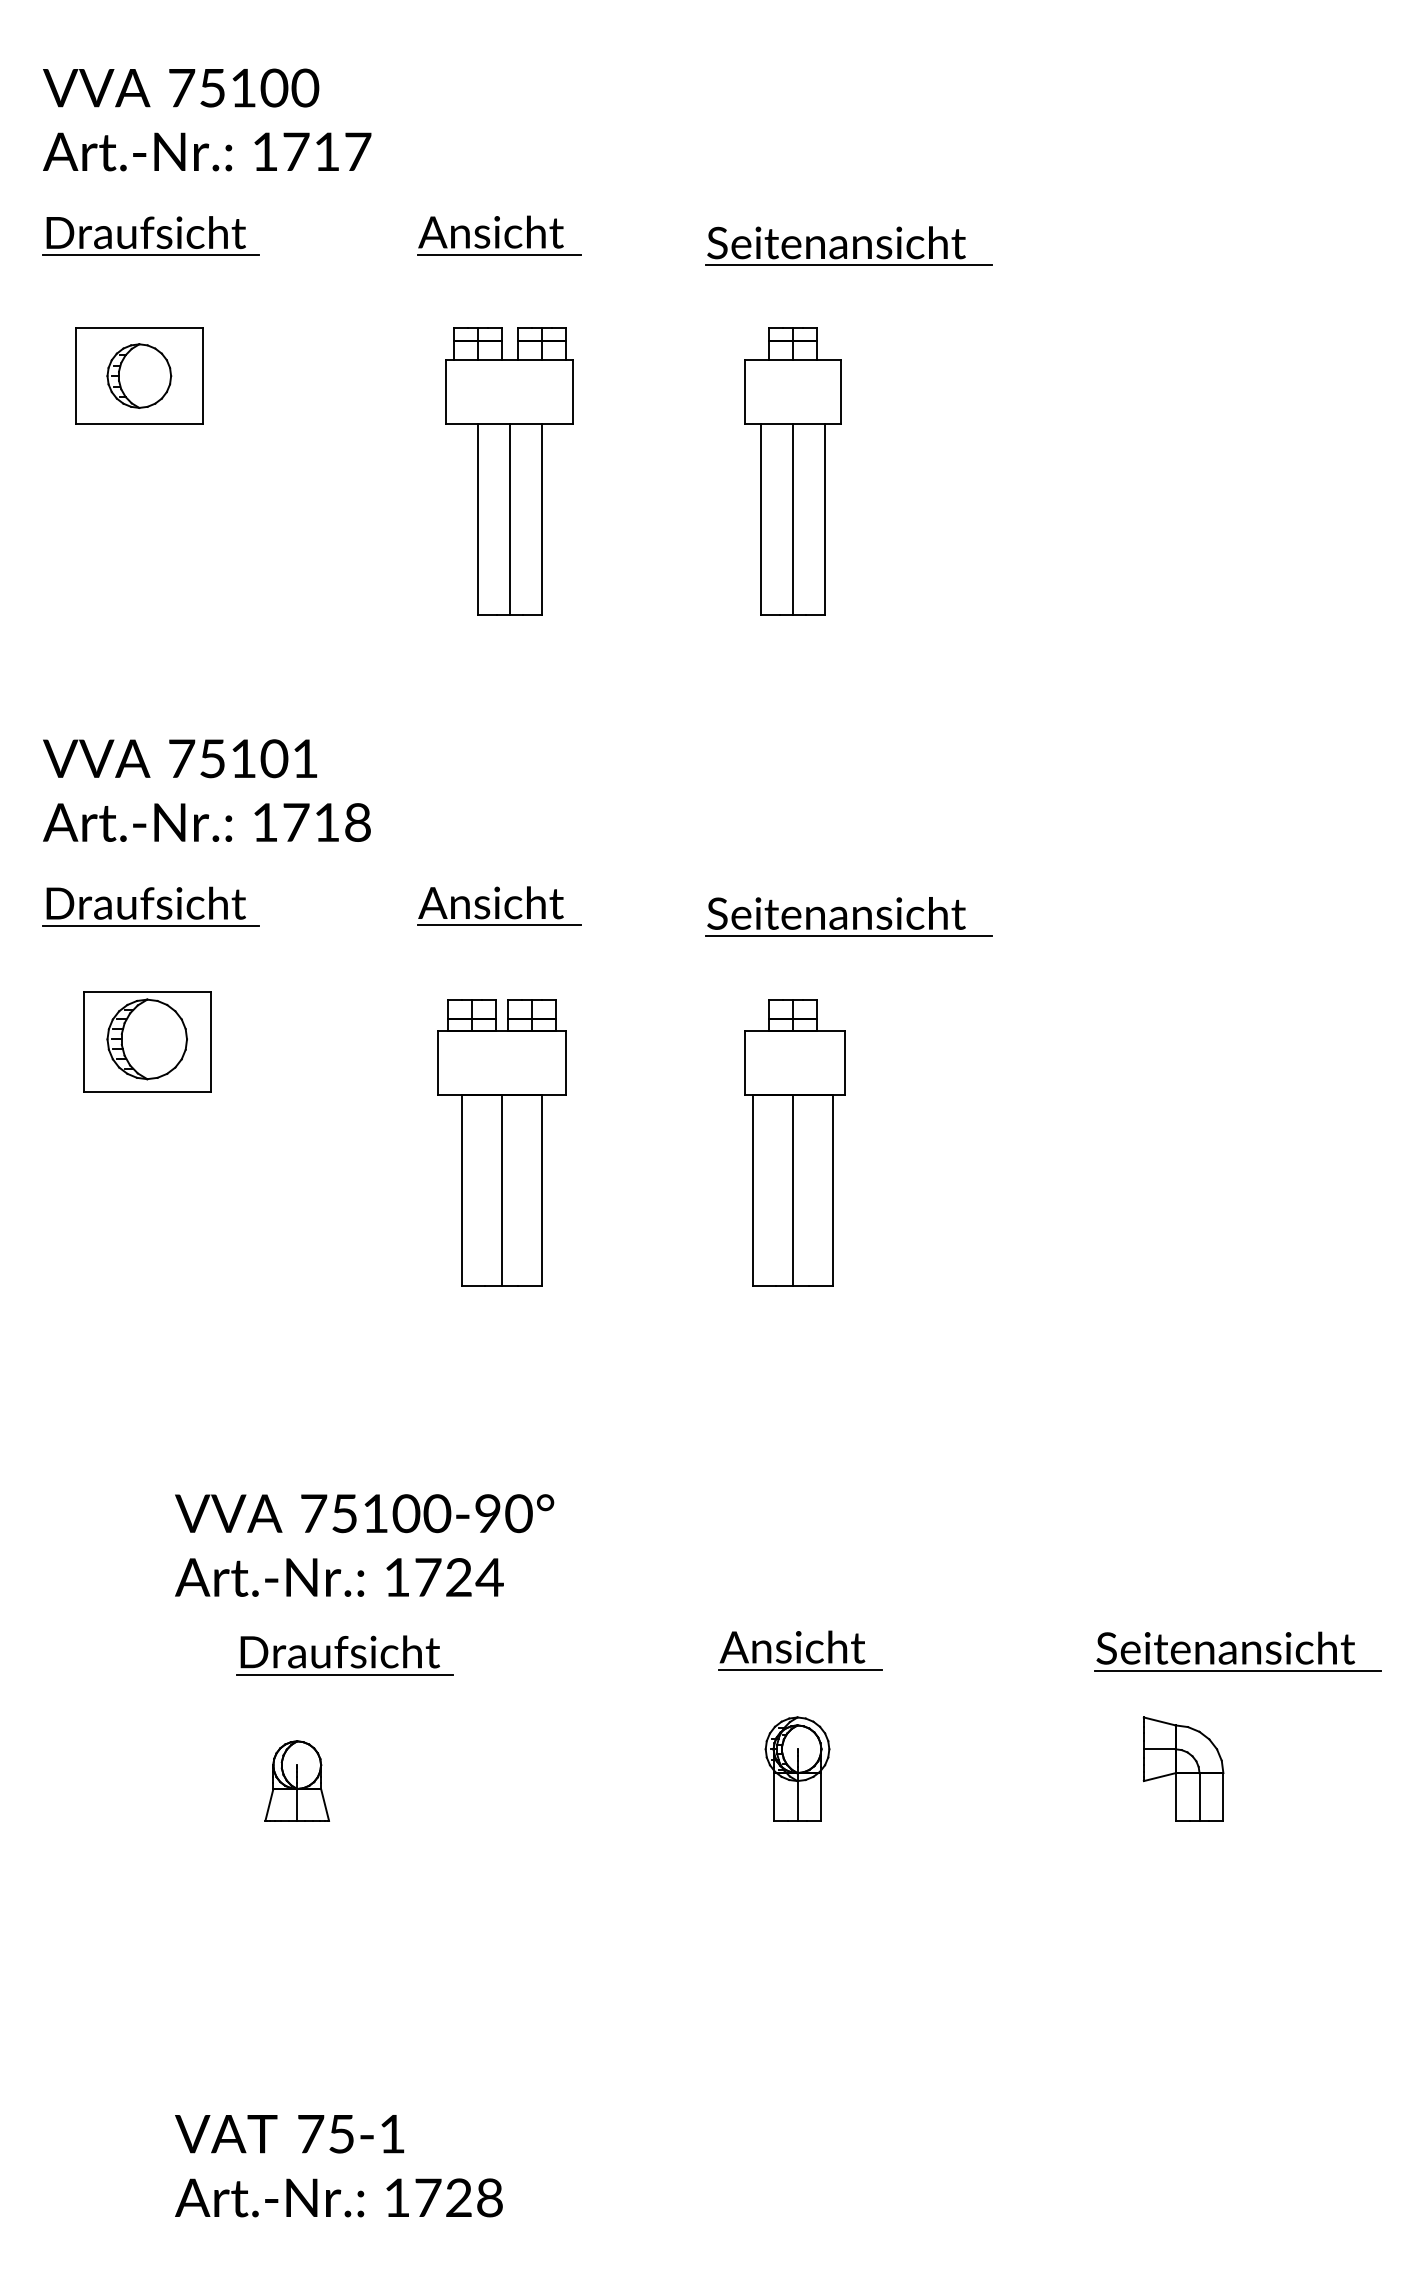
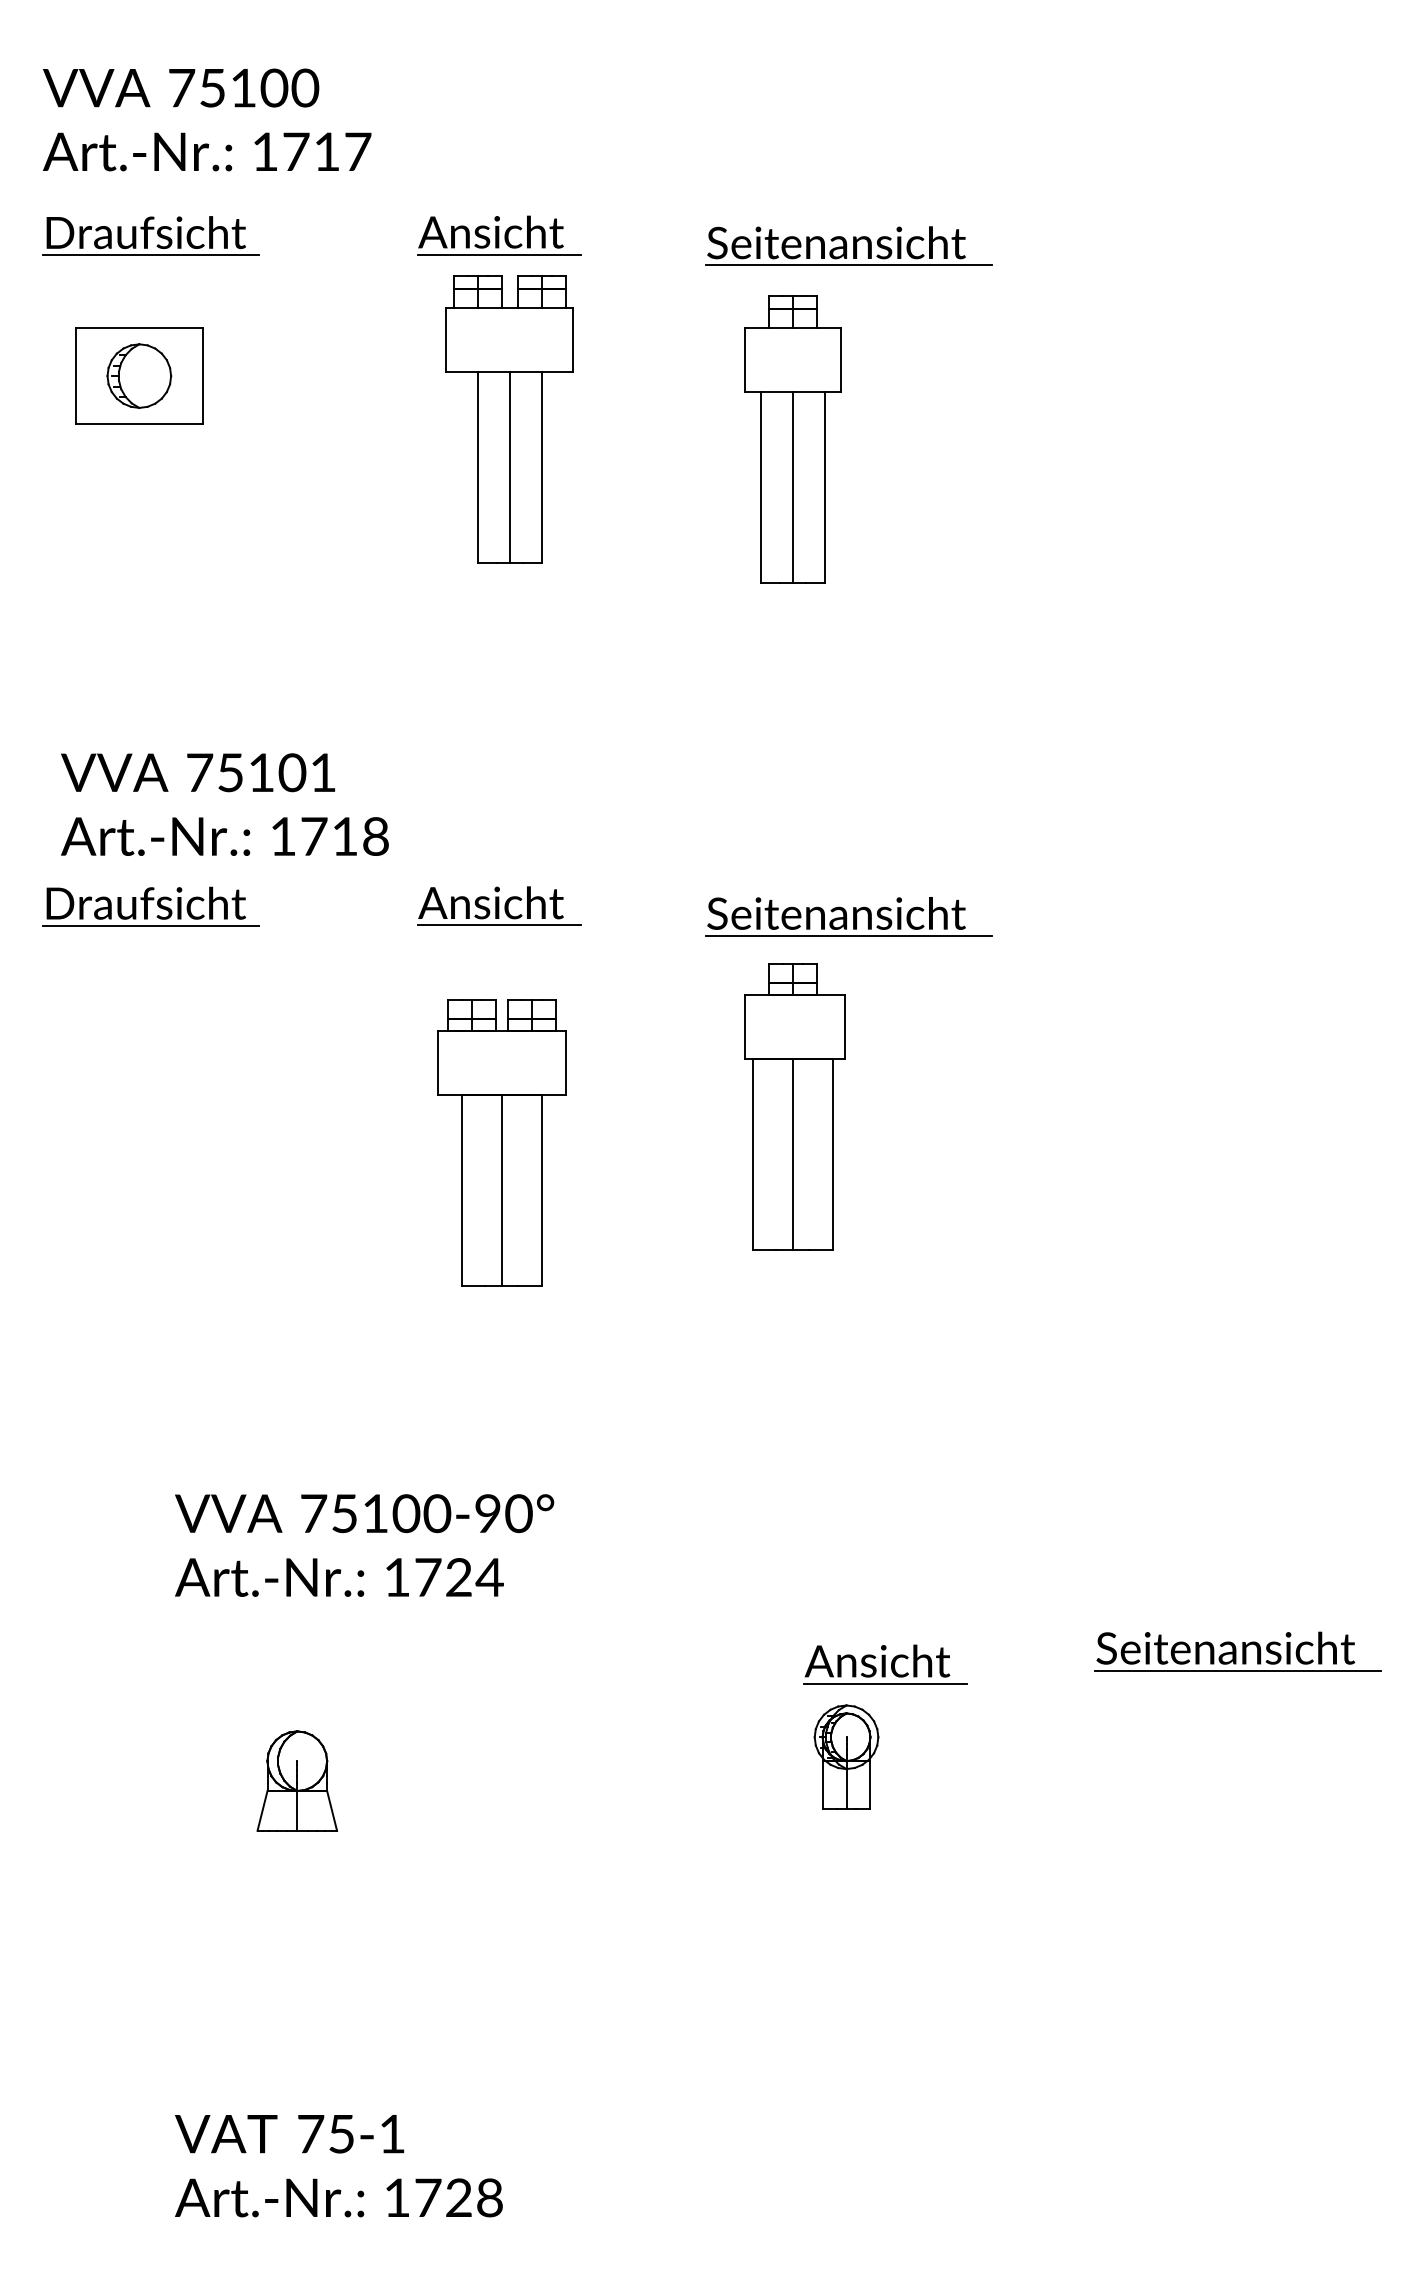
part at (509, 471) position: (509, 471) -> (509, 419)
part at (792, 471) position: (792, 471) -> (792, 439)
text at (206, 790) position: (206, 790) -> (224, 804)
part at (147, 1041): present -> none
part at (794, 1142) position: (794, 1142) -> (794, 1106)
part at (800, 1650) position: (800, 1650) -> (885, 1664)
part at (344, 1655): present -> none
part at (797, 1768) position: (797, 1768) -> (846, 1756)
part at (1183, 1768): present -> none
part at (296, 1780) size: 66x82 px -> 82x102 px
